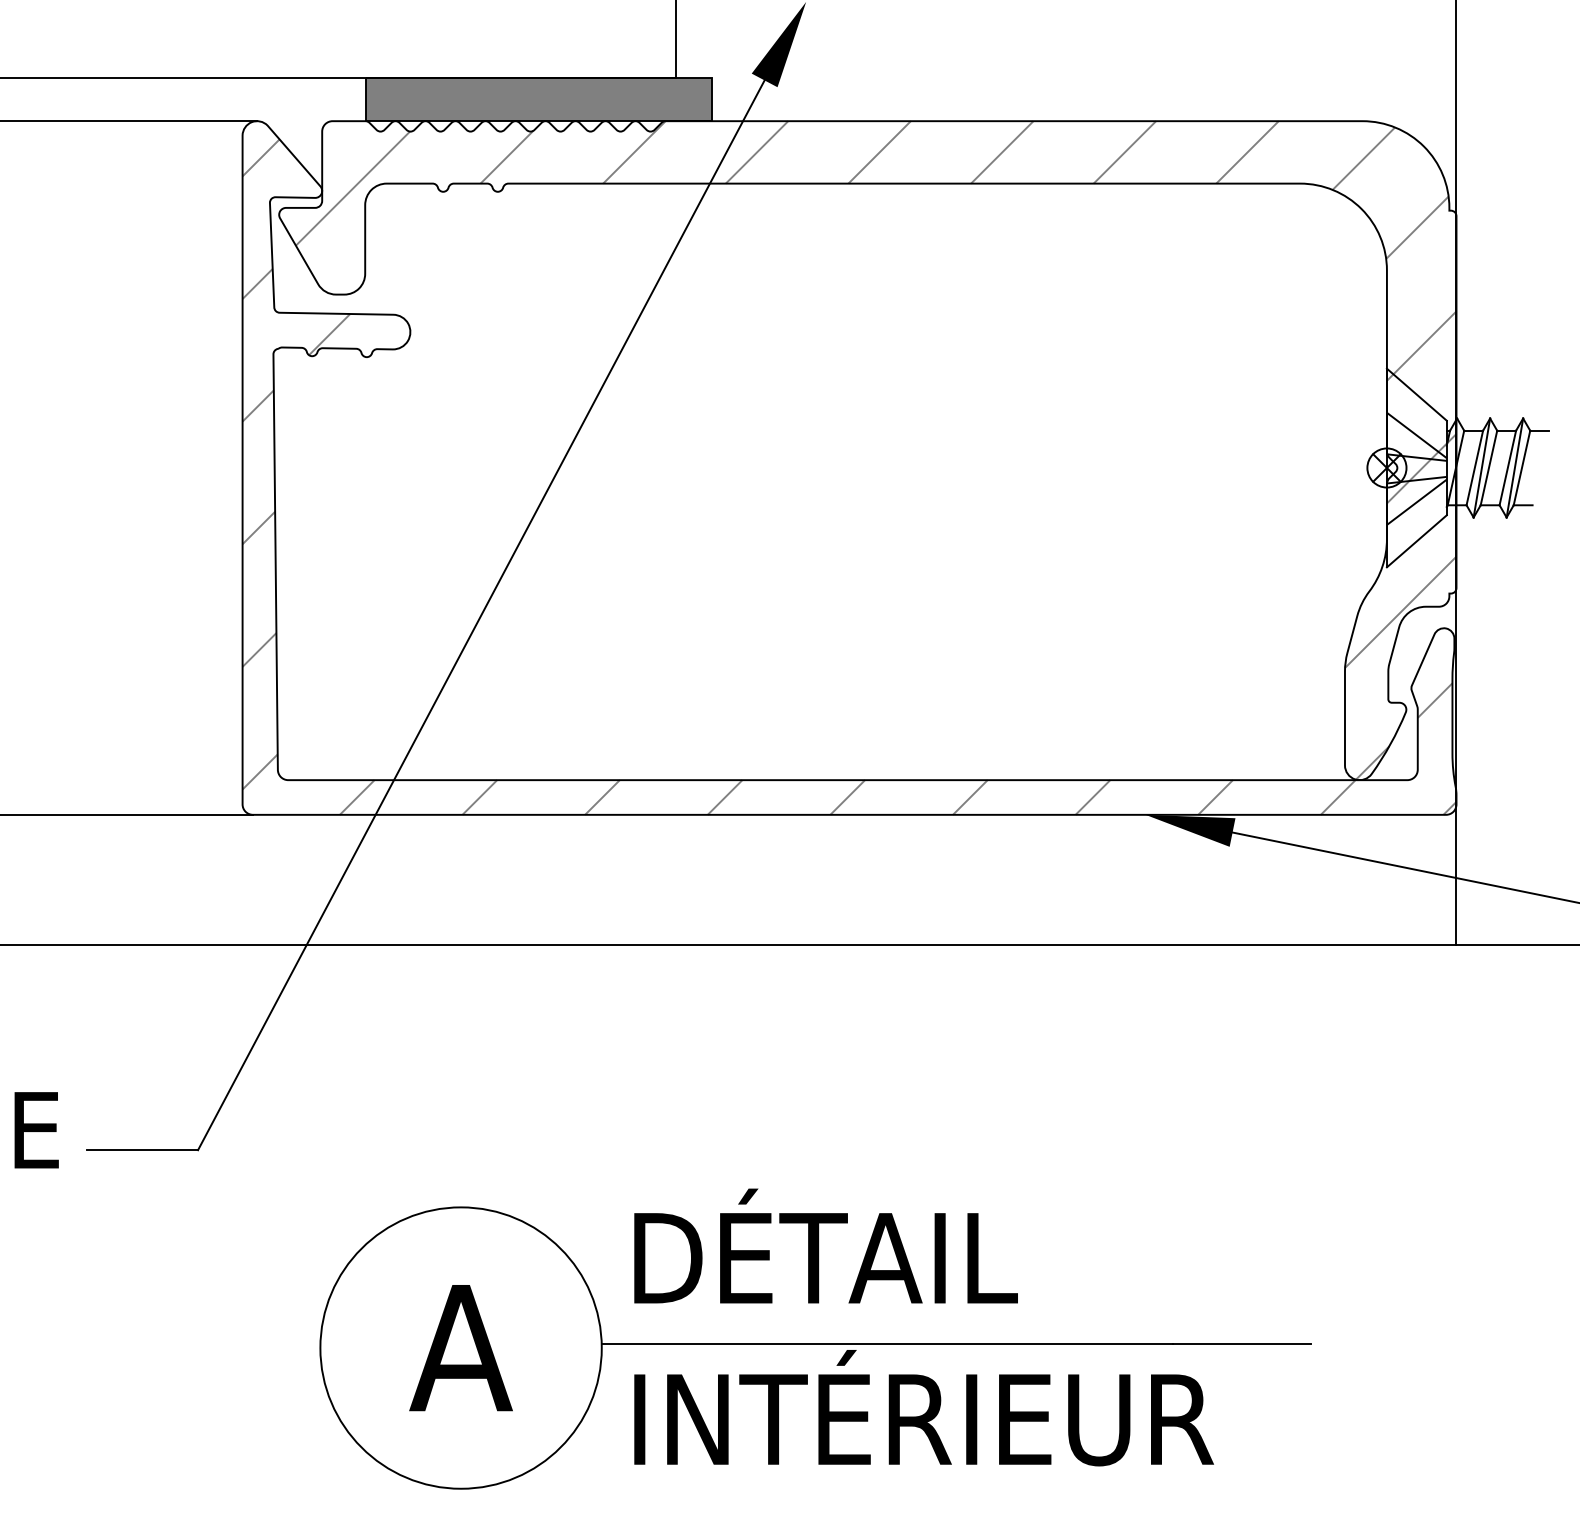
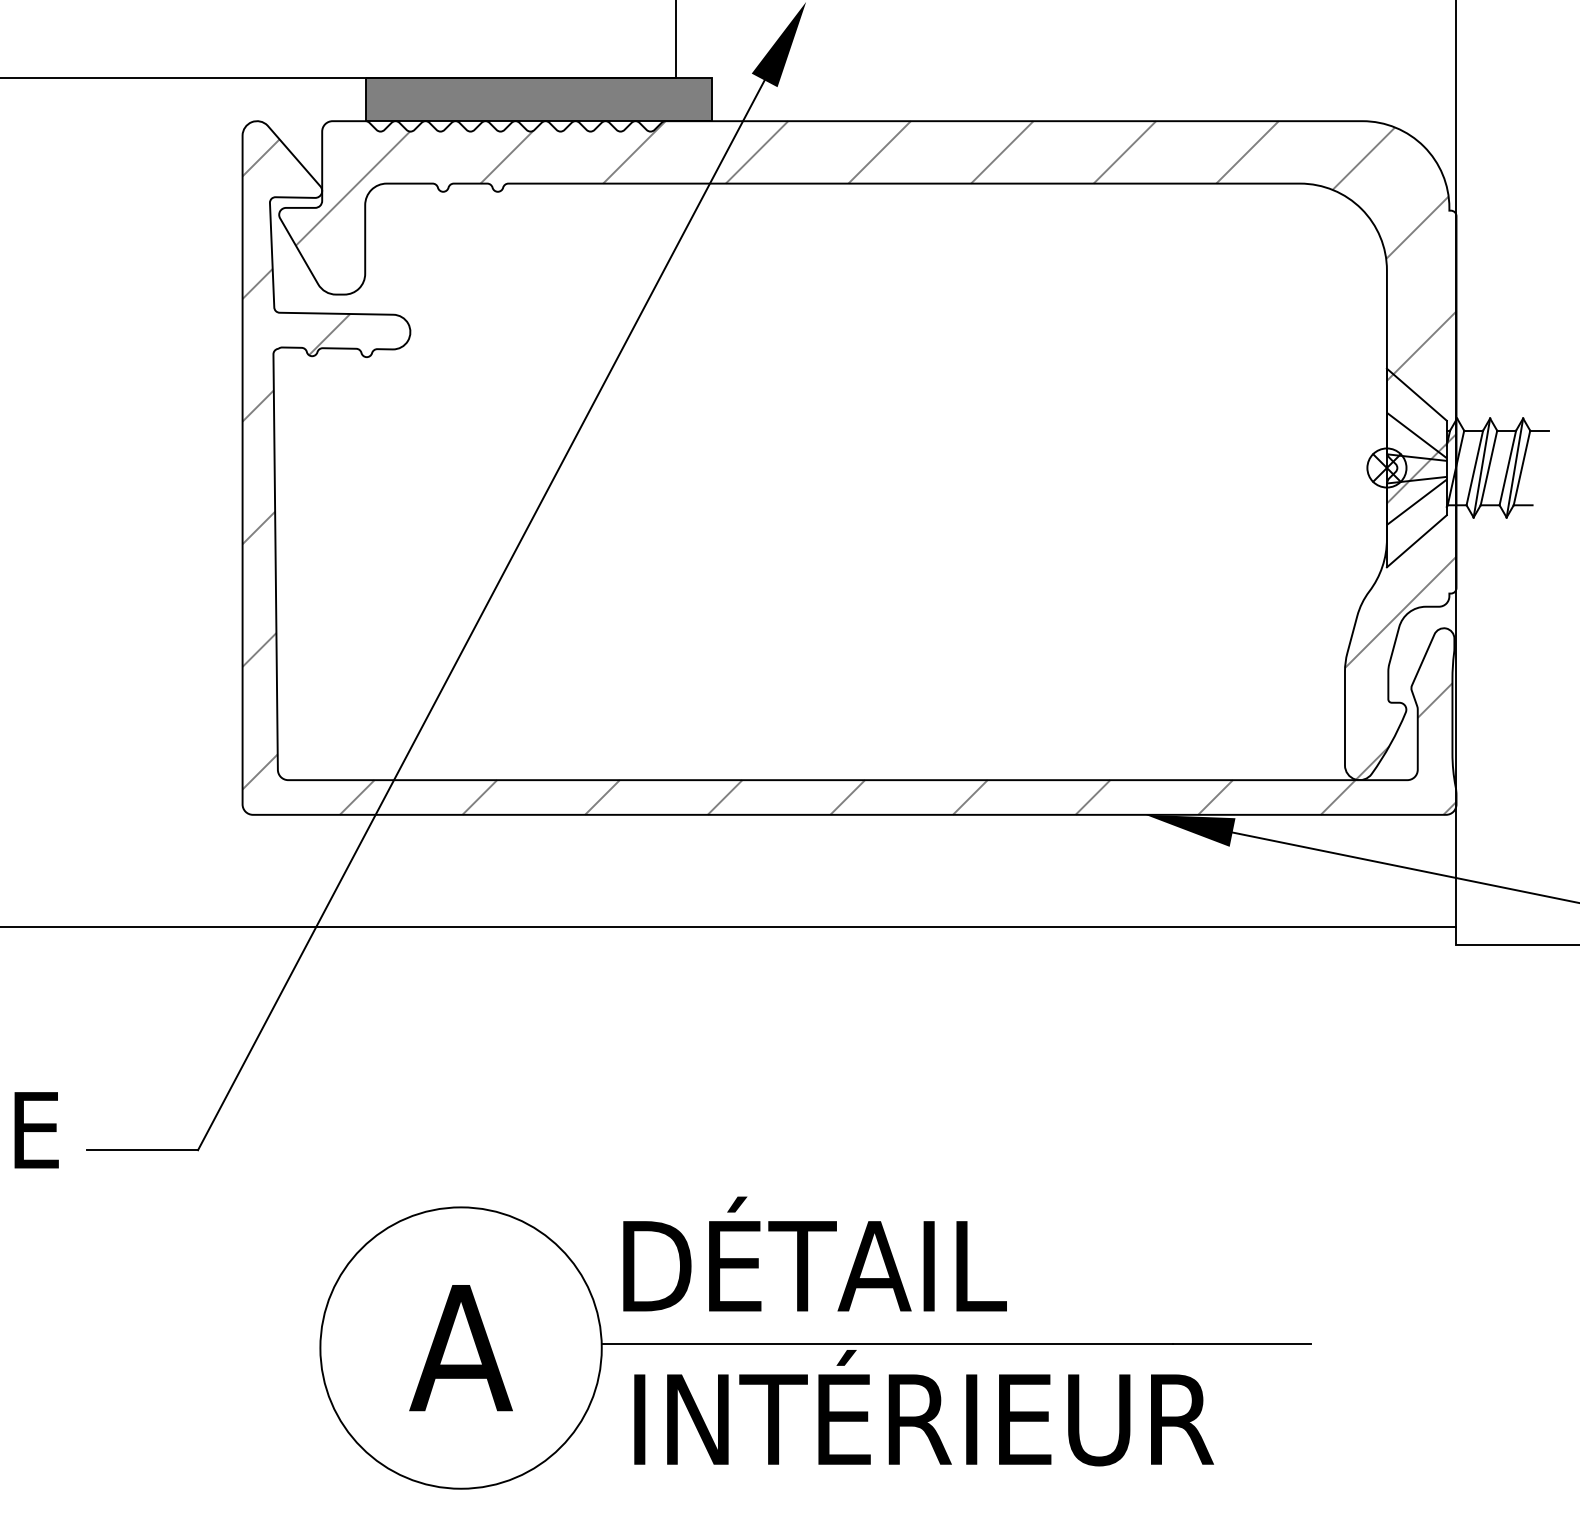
line at (129, 121): present -> none
line at (127, 814): present -> none
line at (729, 944) position: (729, 944) -> (729, 926)
text at (825, 1245) position: (825, 1245) -> (814, 1253)
